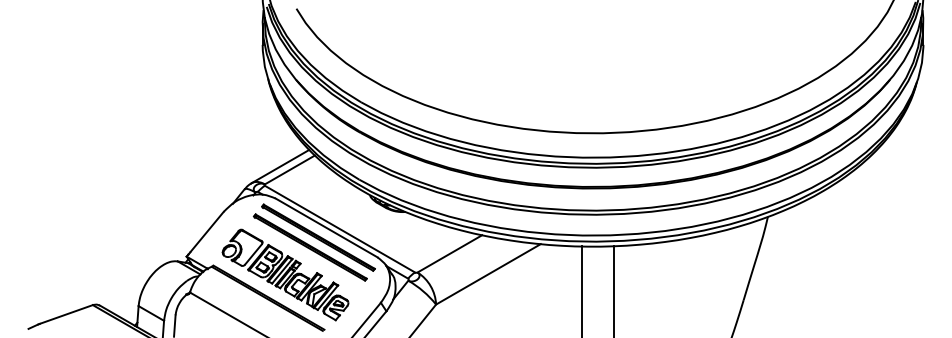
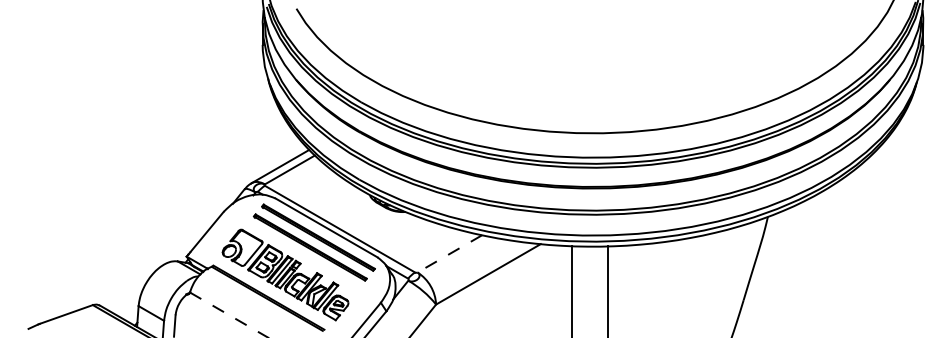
line at (449, 254): solid -> dashed
line at (582, 290) position: (582, 290) -> (572, 290)
line at (613, 290) position: (613, 290) -> (607, 290)
line at (229, 315): solid -> dashed
